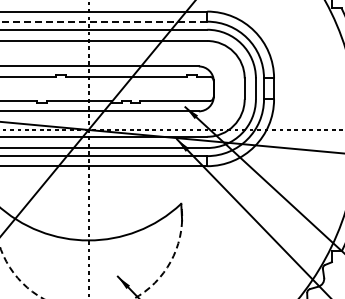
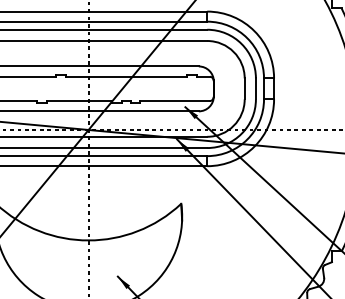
line at (103, 21): dashed -> solid
arc at (152, 285): dashed -> solid
